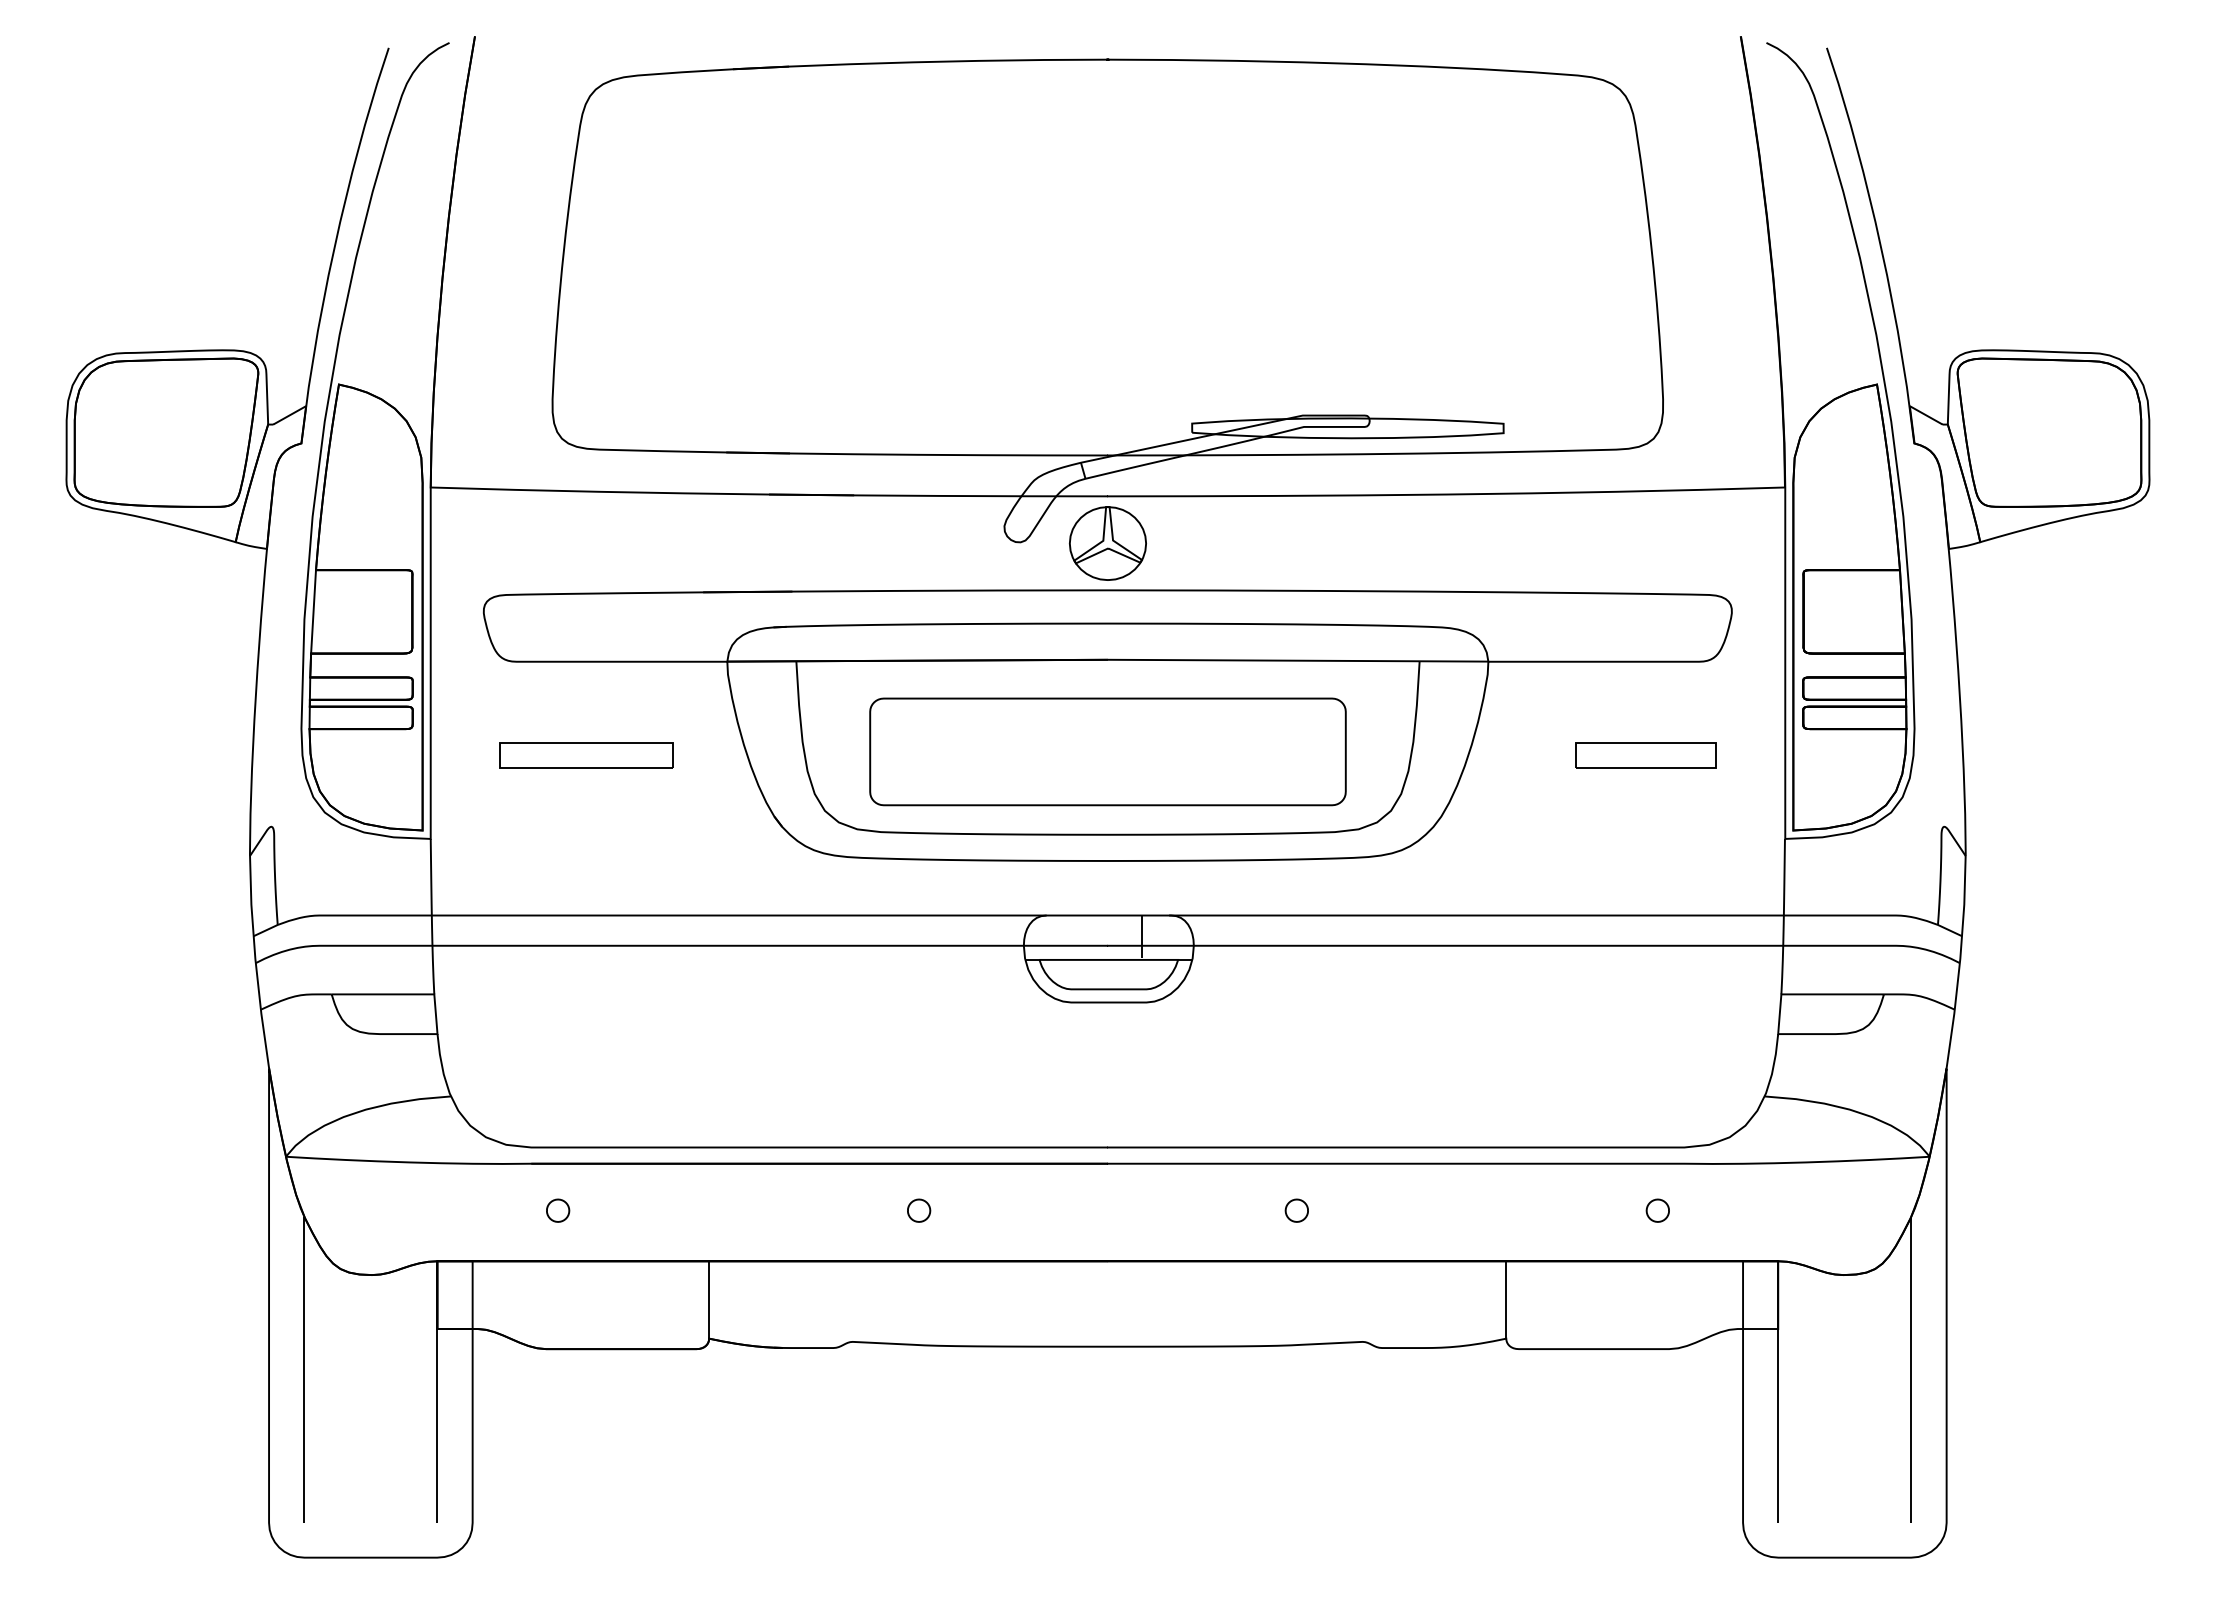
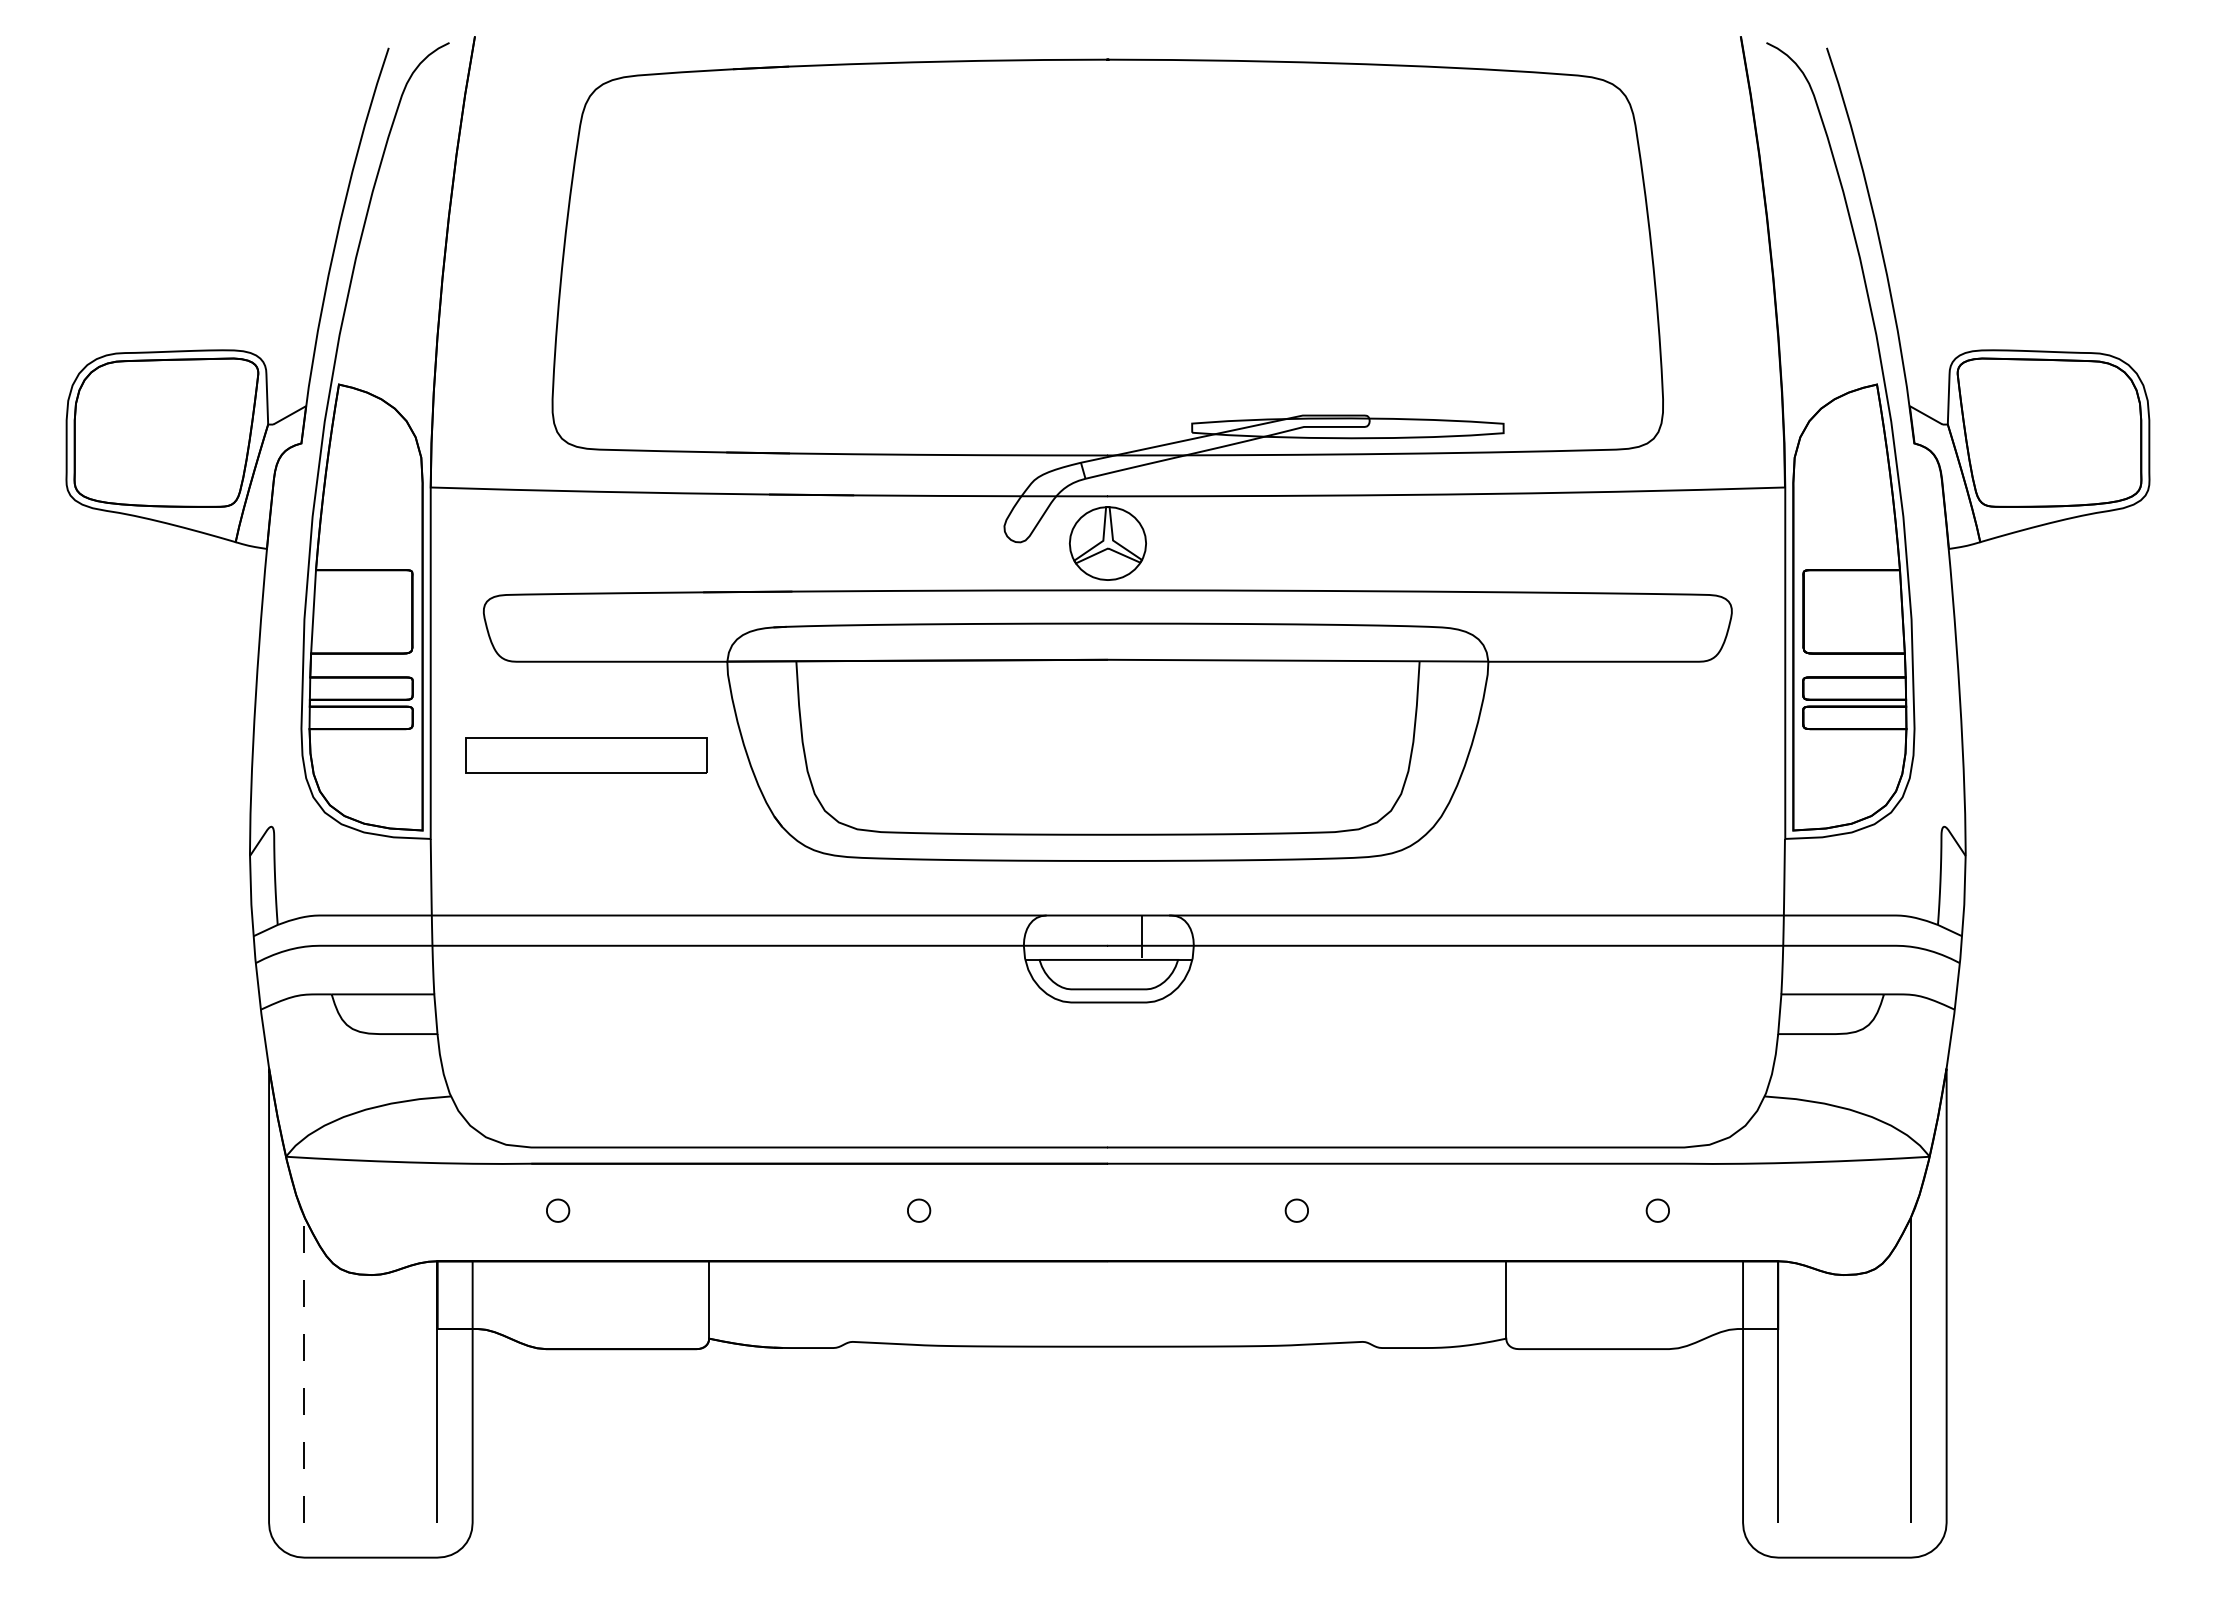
part at (1107, 751): present -> none
part at (586, 755) size: 175x27 px -> 243x37 px
part at (1645, 755): present -> none
line at (304, 1370): solid -> dashed
